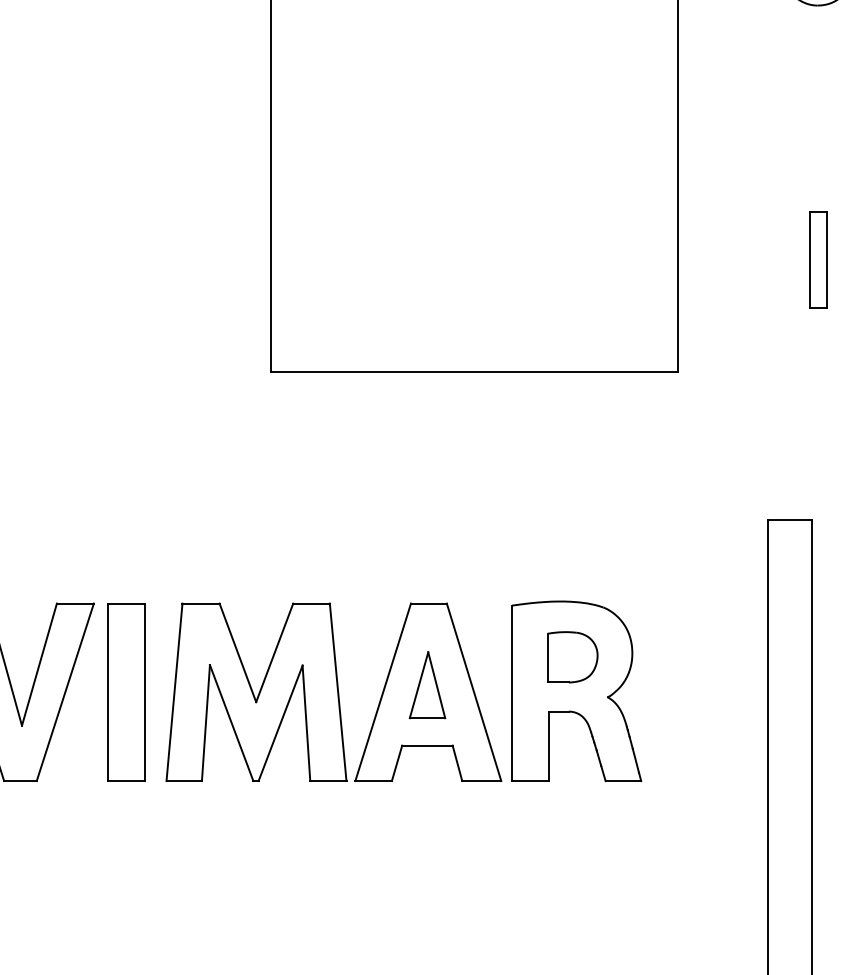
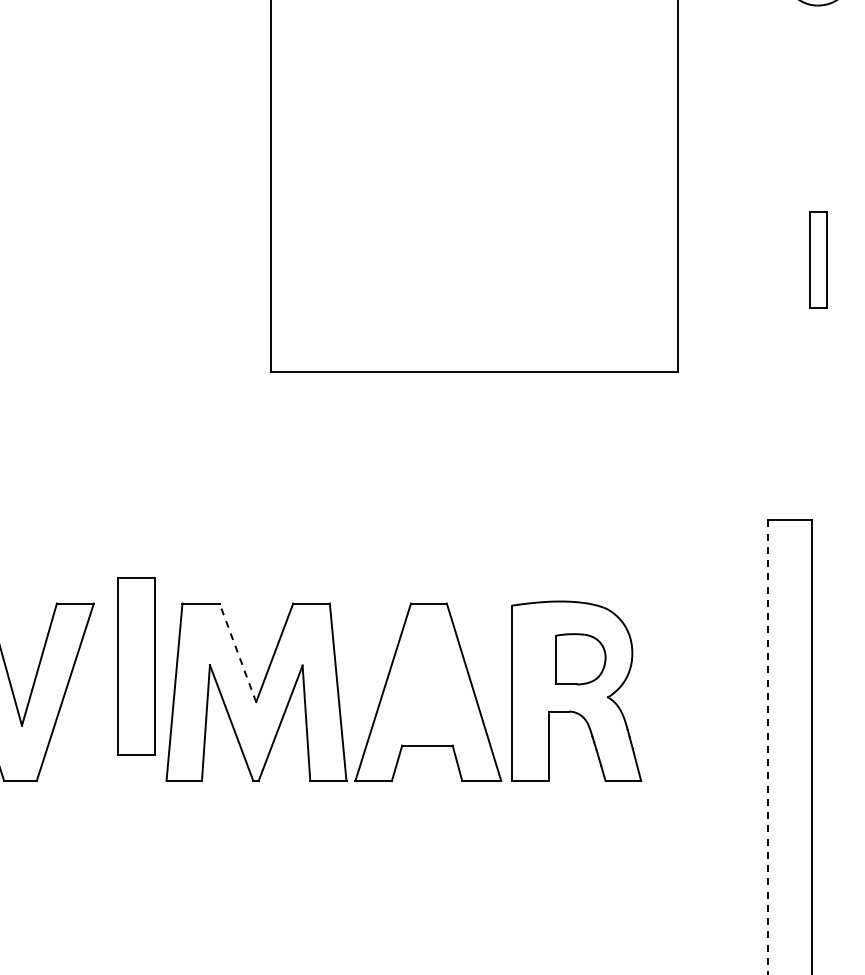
line at (237, 652): solid -> dashed
part at (572, 657) position: (572, 657) -> (580, 659)
part at (427, 685): present -> none
part at (126, 692) position: (126, 692) -> (136, 666)
line at (768, 747): solid -> dashed
